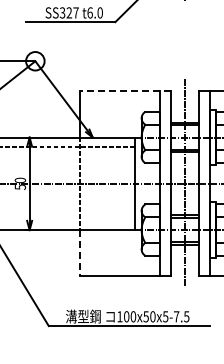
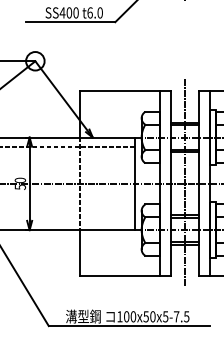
text at (68, 12): SS327 -> SS400
line at (125, 91): dashed -> solid
line at (79, 253): dashed -> solid
